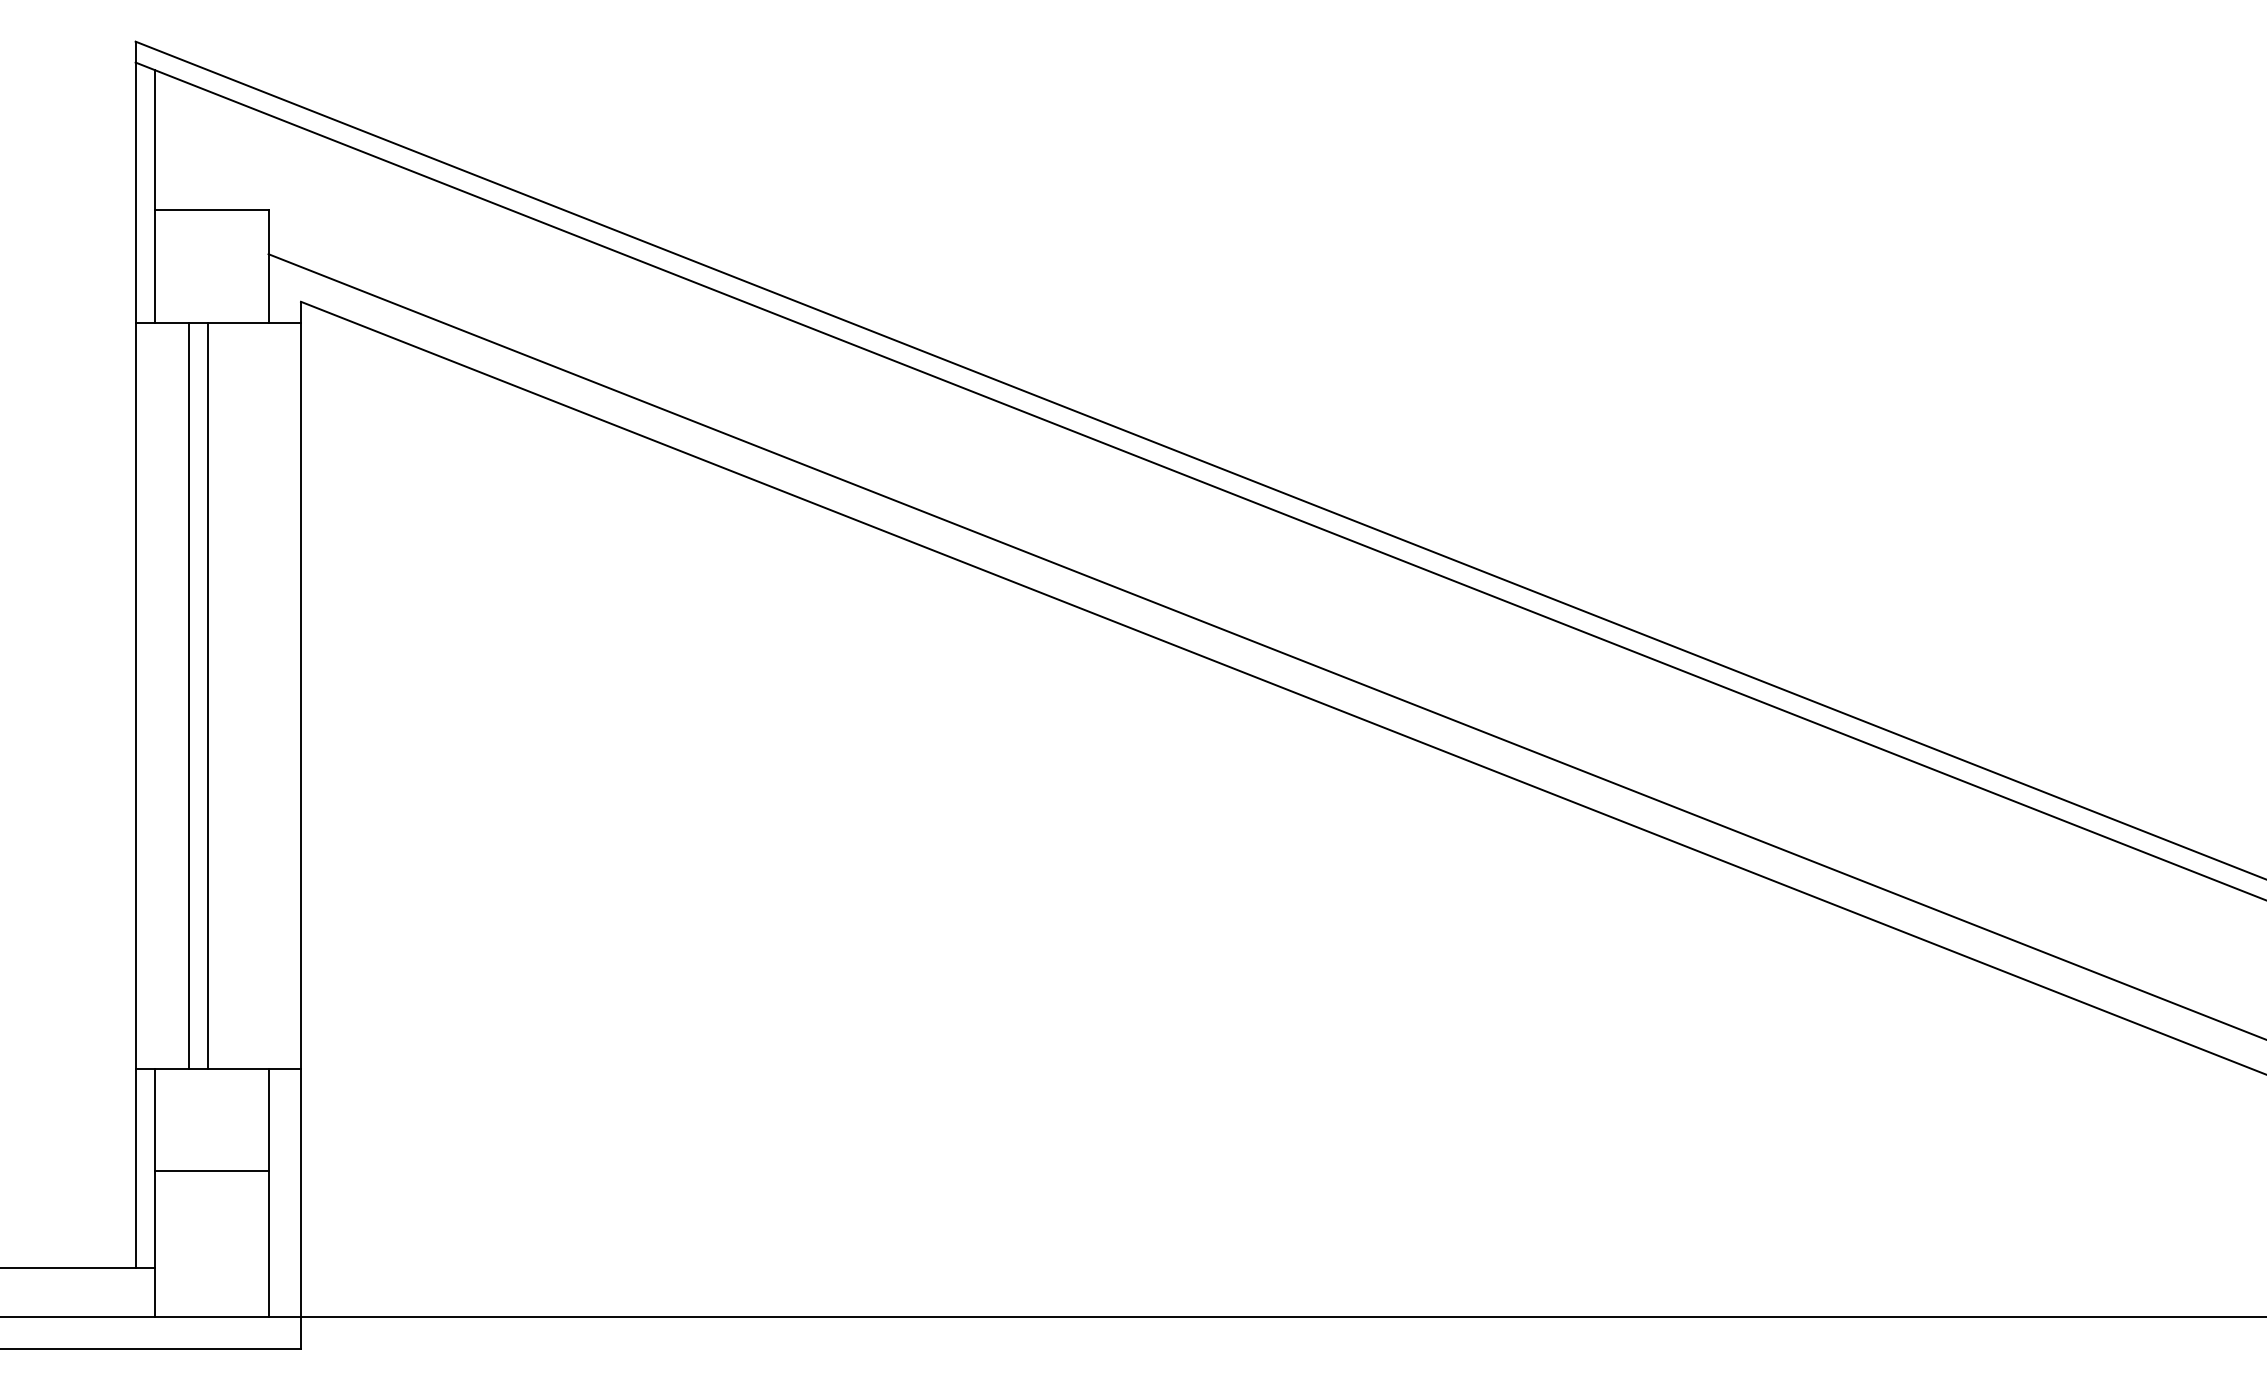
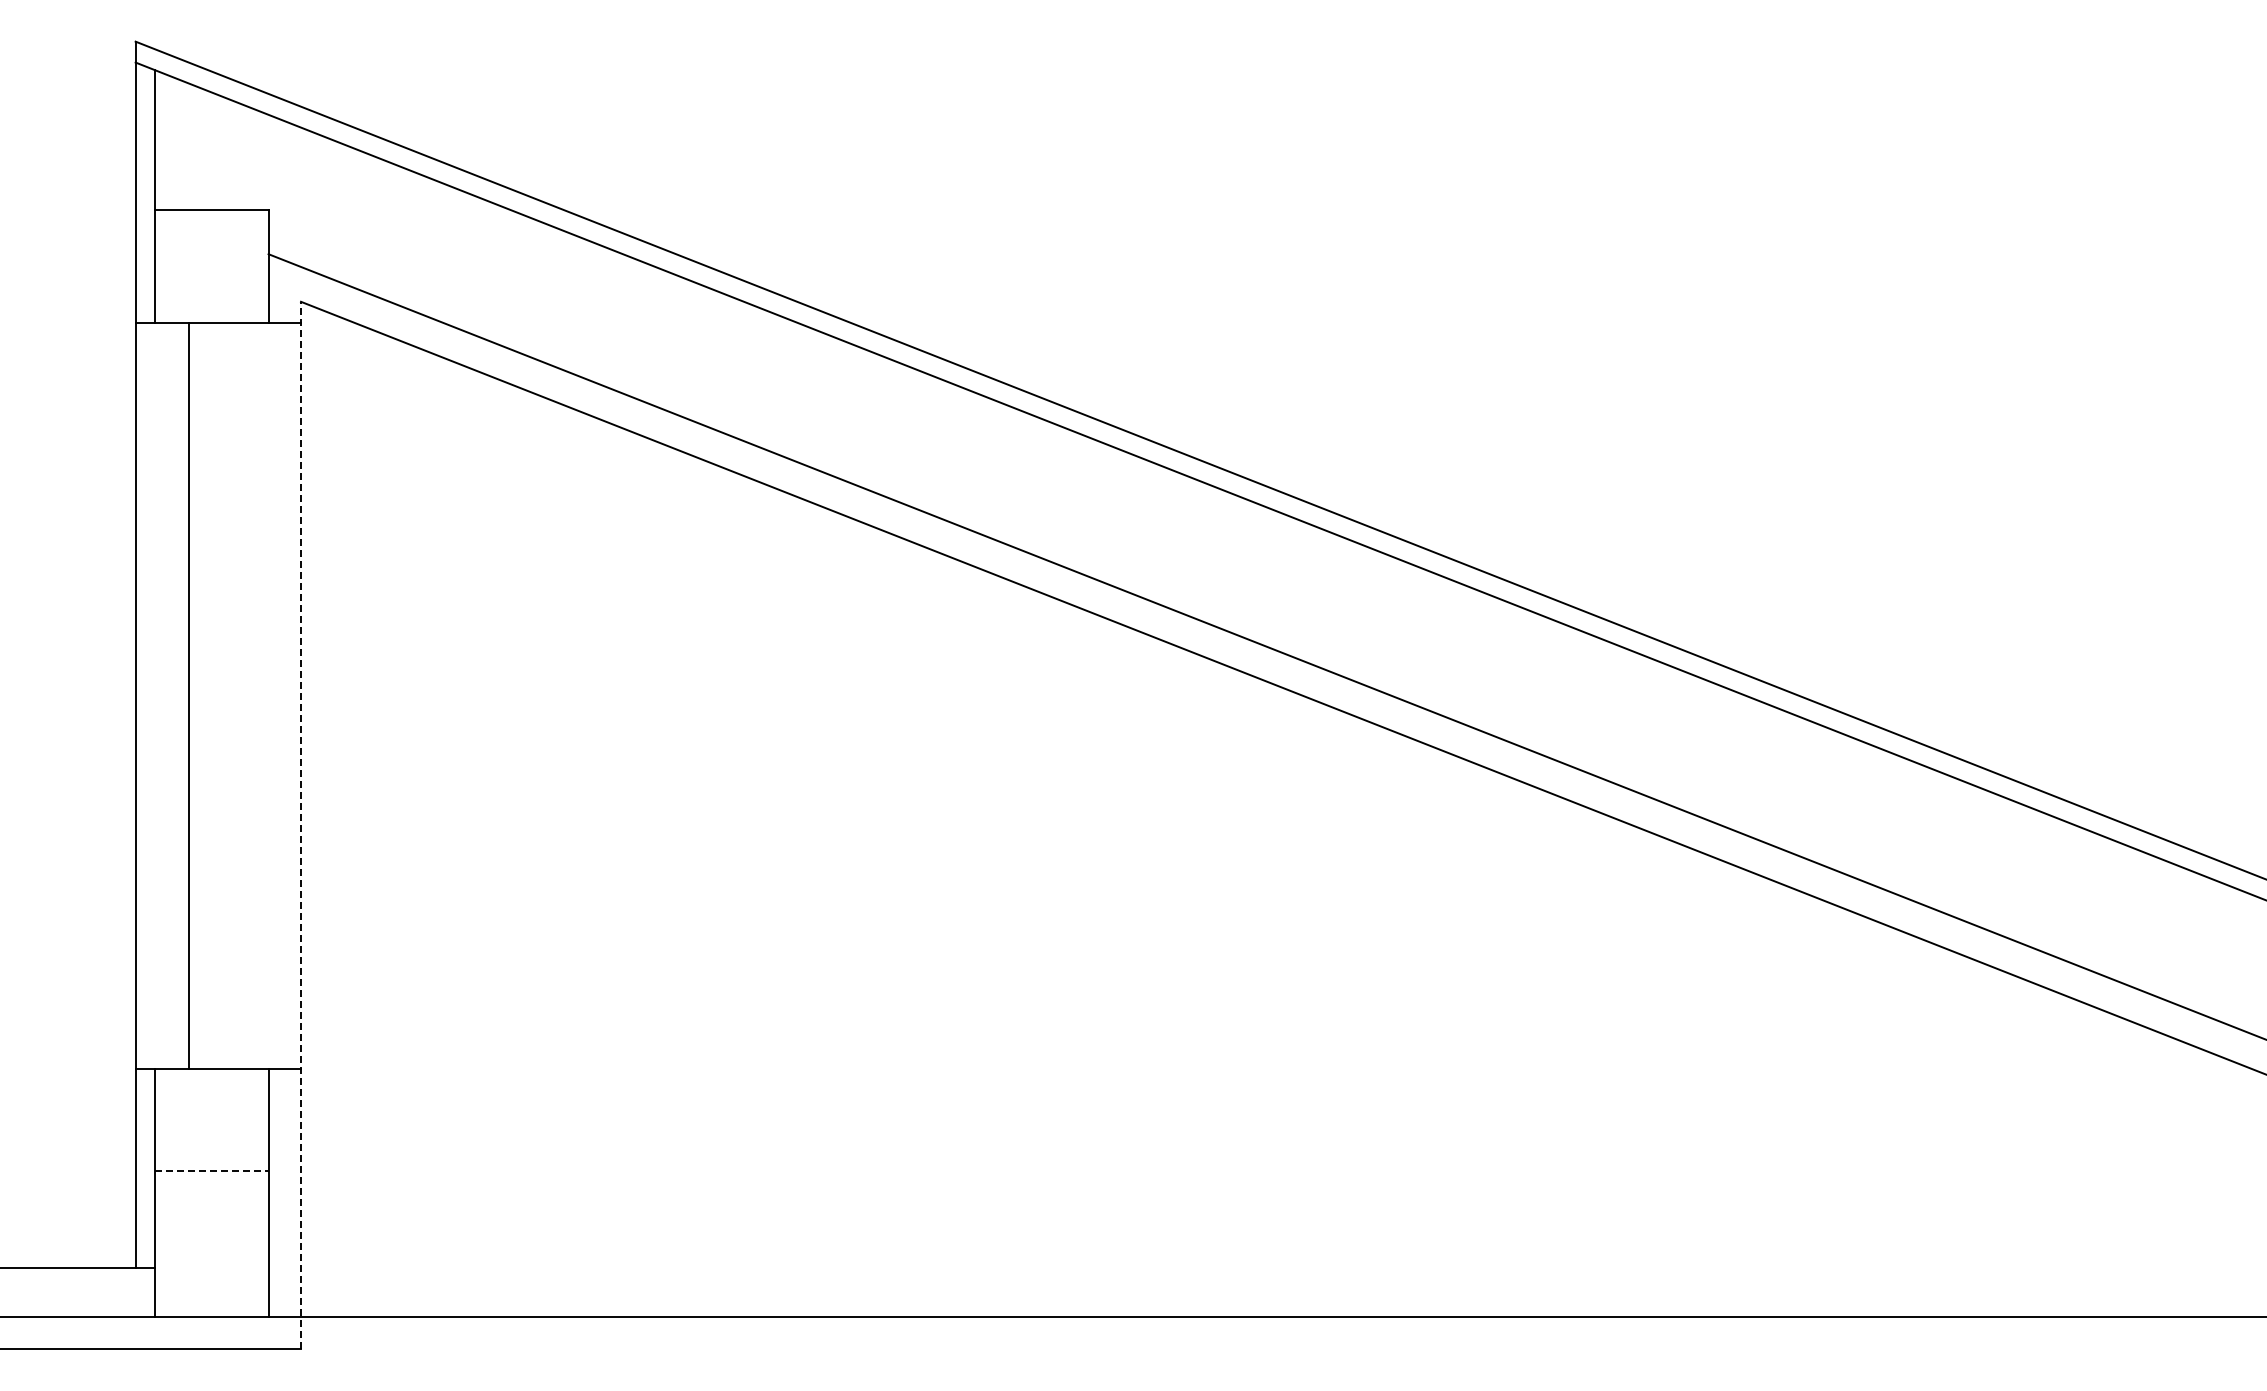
line at (208, 696): present -> none
line at (301, 825): solid -> dashed
line at (211, 1171): solid -> dashed
